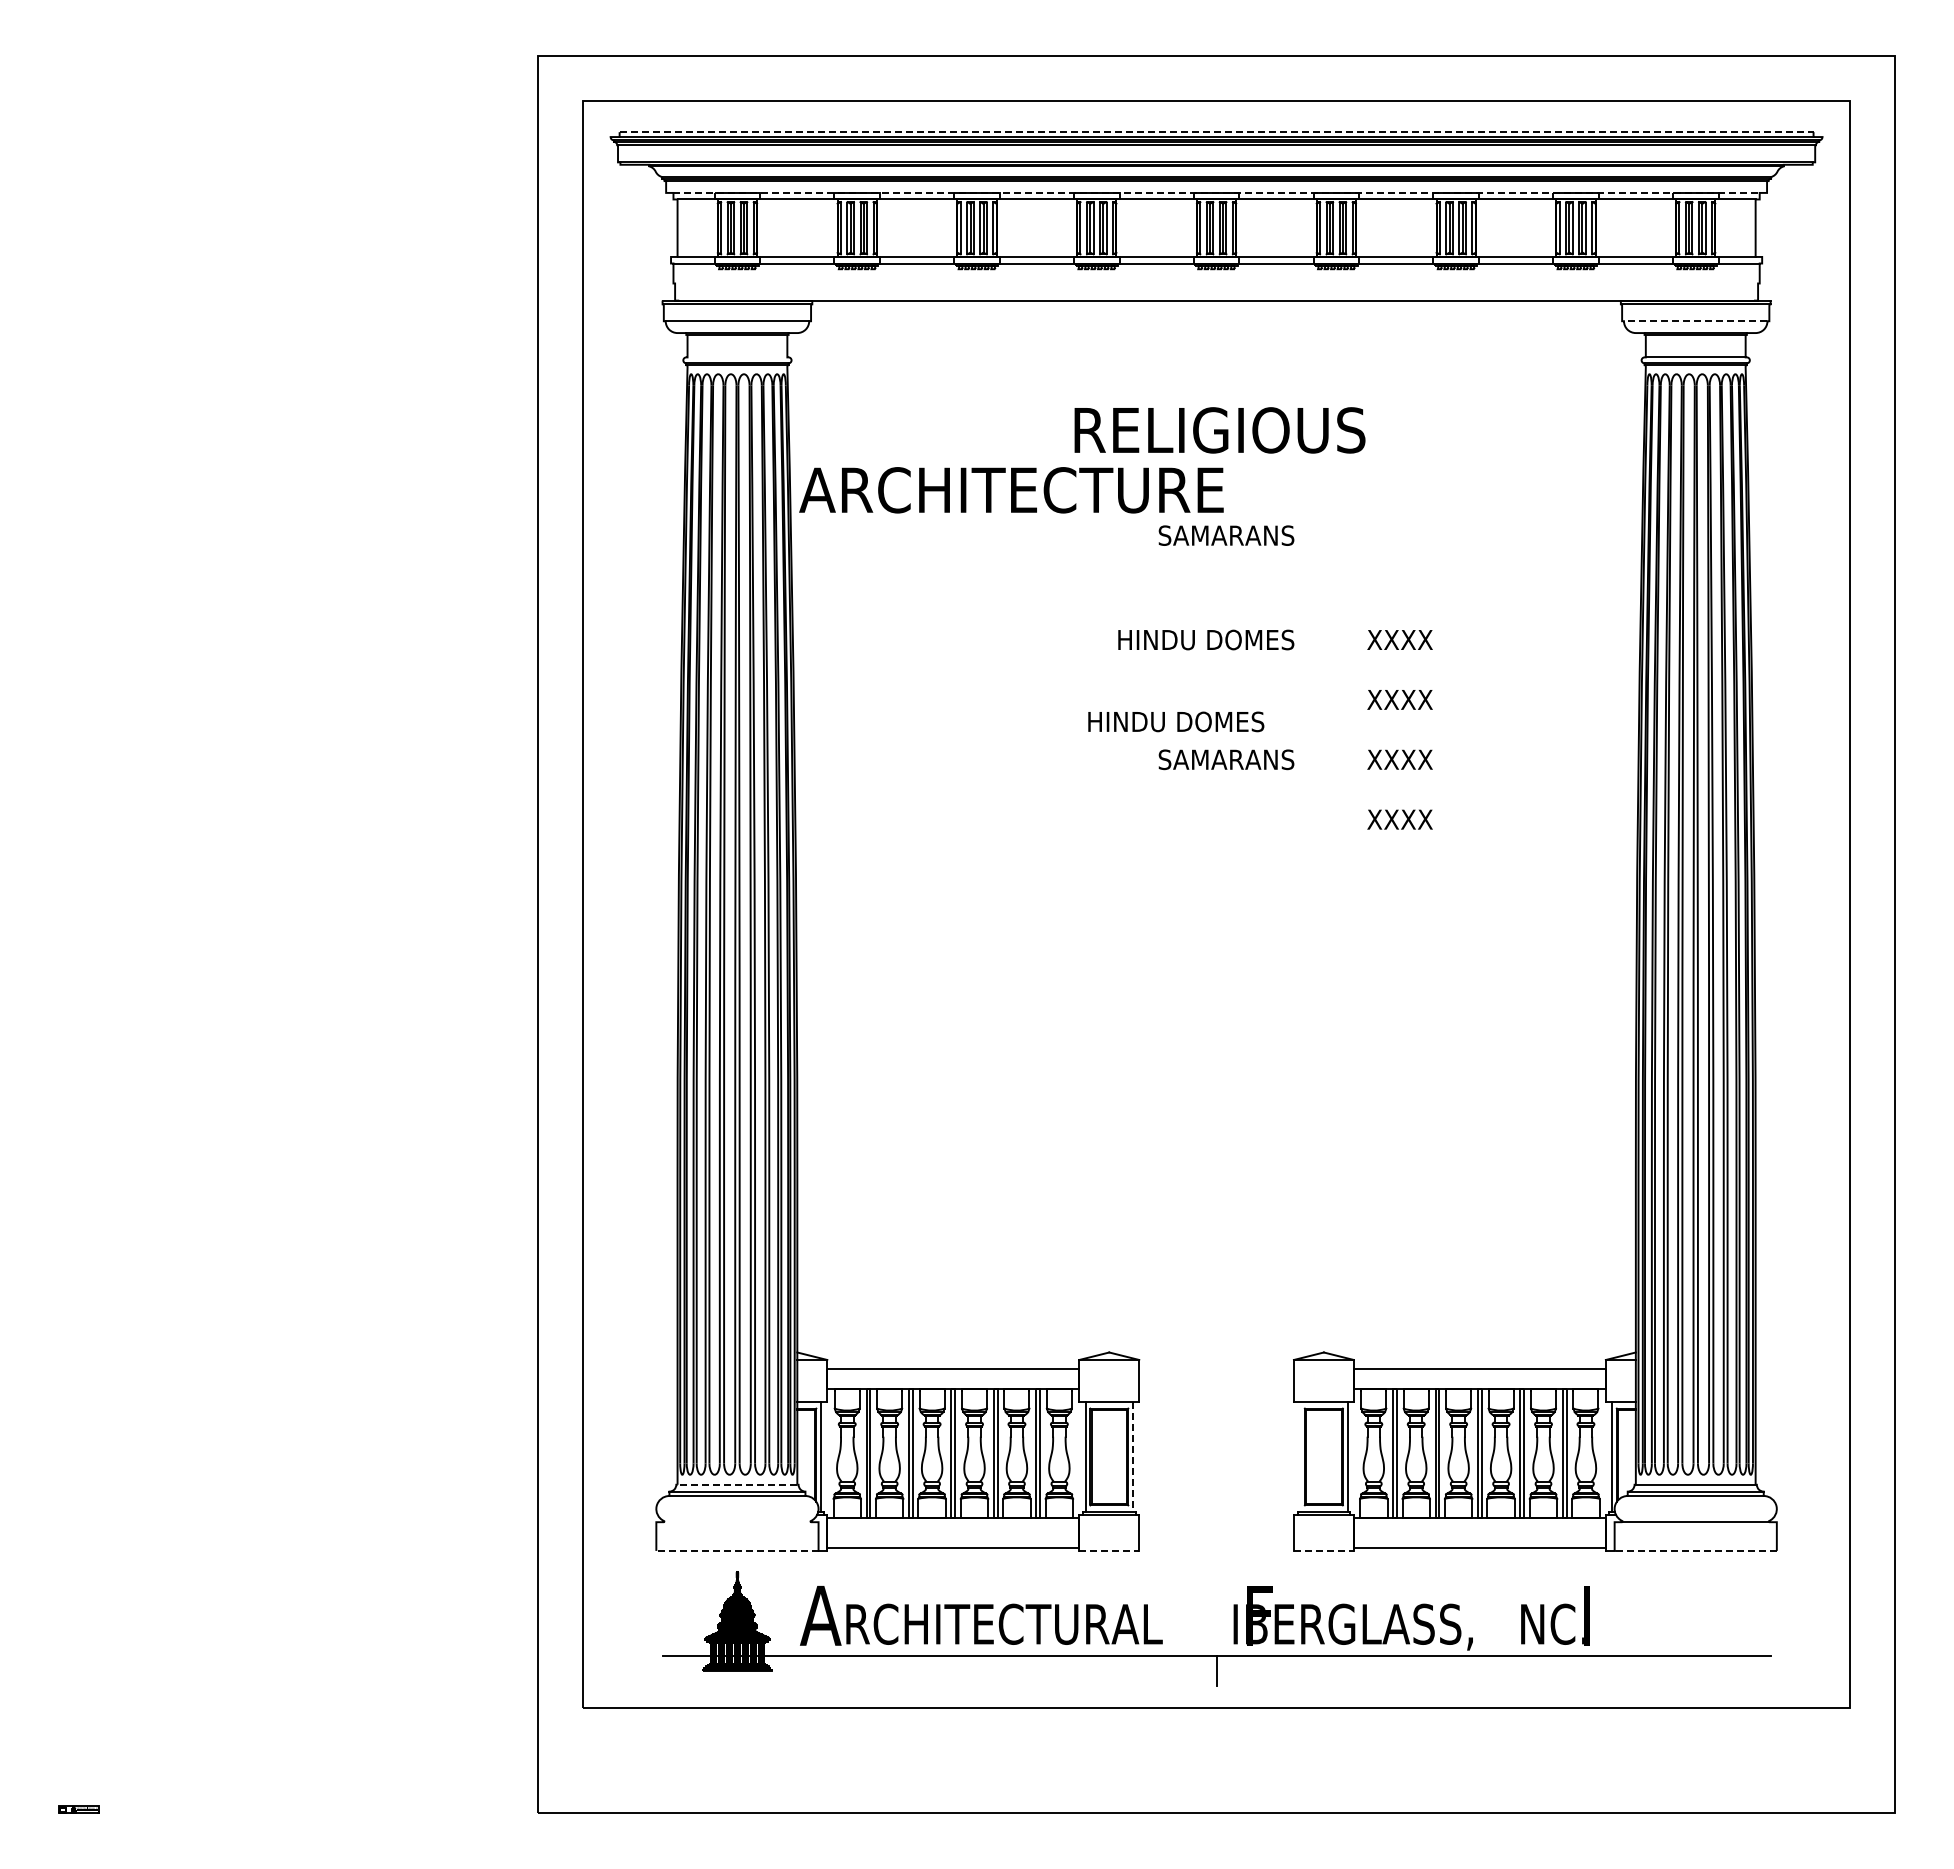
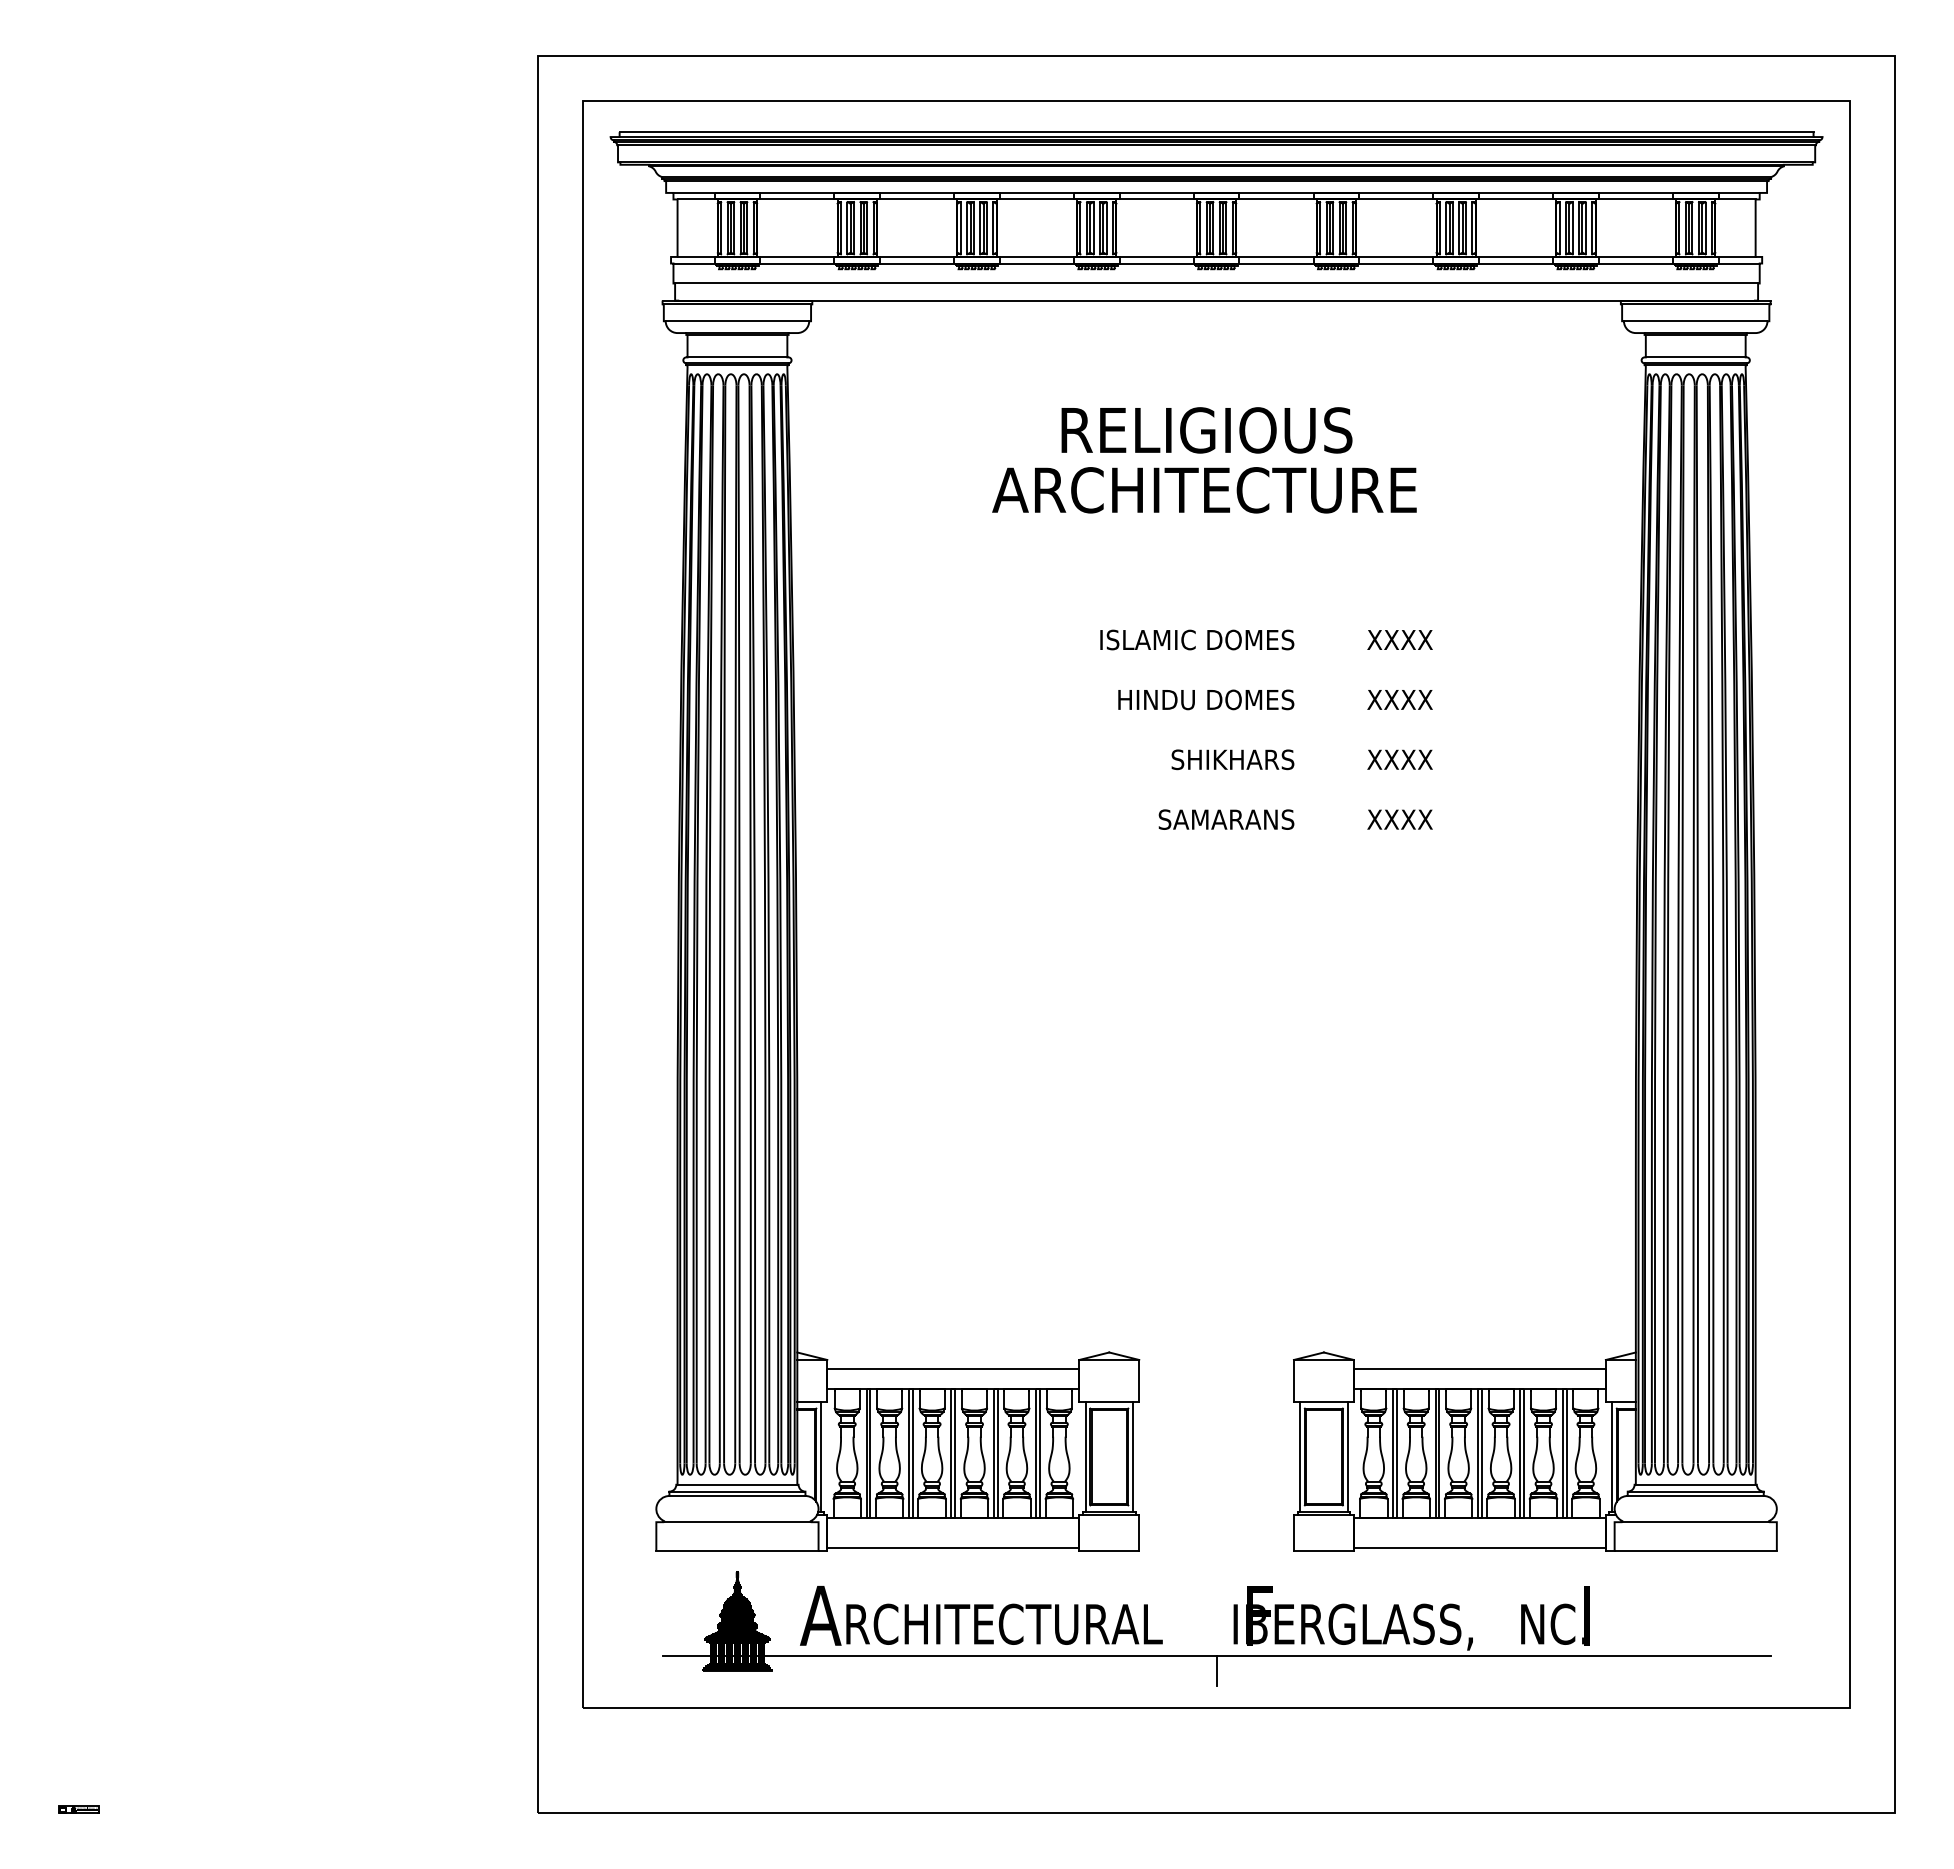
line at (1216, 132): dashed -> solid
line at (1217, 192): dashed -> solid
line at (1216, 283): none -> present
line at (1695, 321): dashed -> solid
line at (737, 357): none -> present
text at (1219, 430) position: (1219, 430) -> (1206, 430)
text at (1011, 490) position: (1011, 490) -> (1204, 490)
text at (1226, 535) position: (1226, 535) -> (1226, 819)
text at (1147, 639): HINDU DOMES -> ISLAMIC DOMES
text at (1176, 721) position: (1176, 721) -> (1206, 699)
text at (1218, 759): SAMARANS -> SHIKHARS
line at (1300, 1456): none -> present
line at (1132, 1457): dashed -> solid
line at (737, 1484): dashed -> solid
line at (737, 1522): none -> present
line at (736, 1550): dashed -> solid
line at (1109, 1550): dashed -> solid
line at (1323, 1550): dashed -> solid
line at (1695, 1550): dashed -> solid
